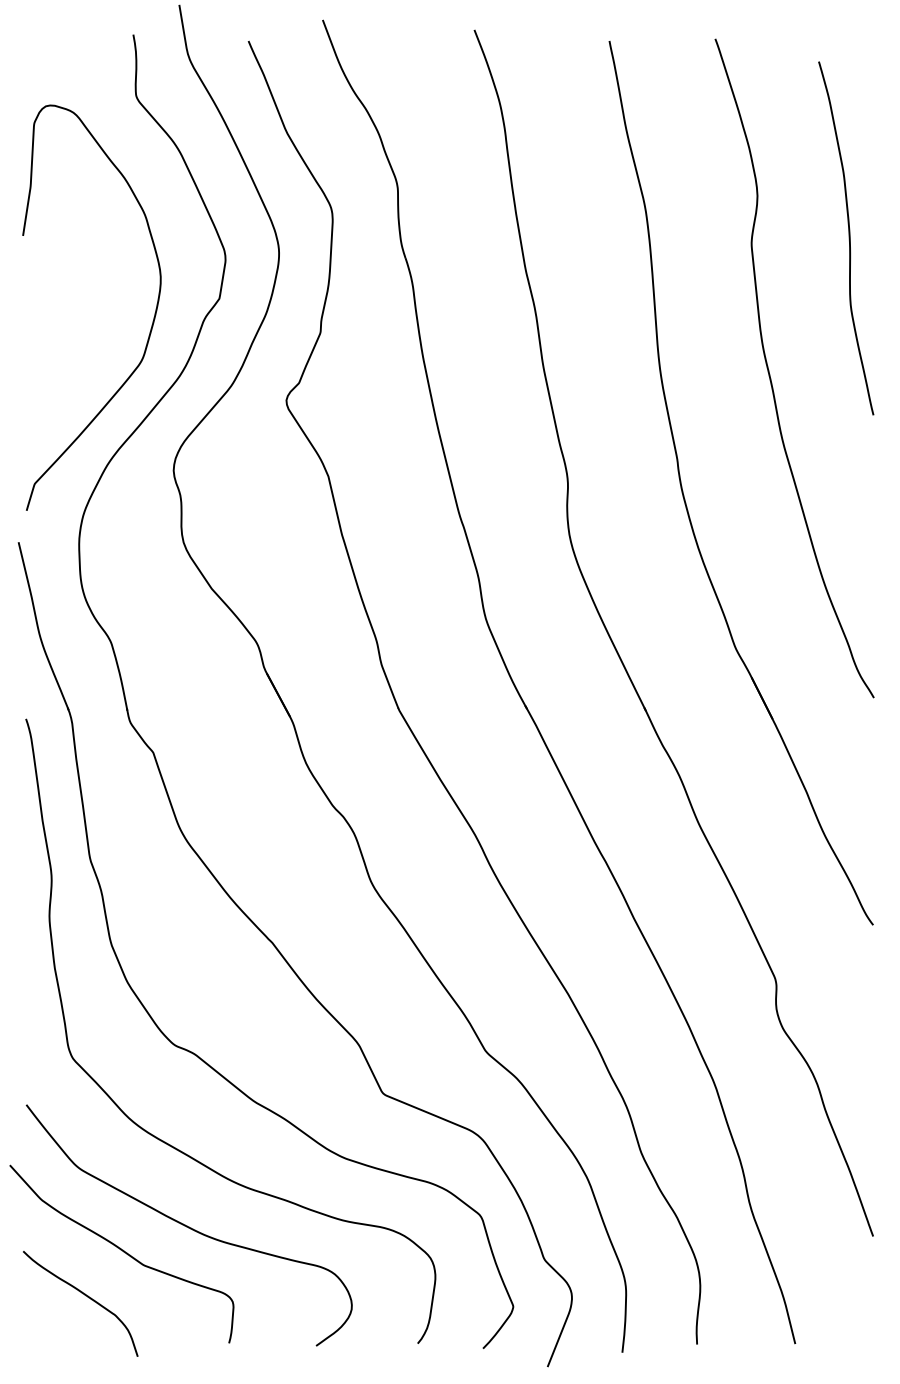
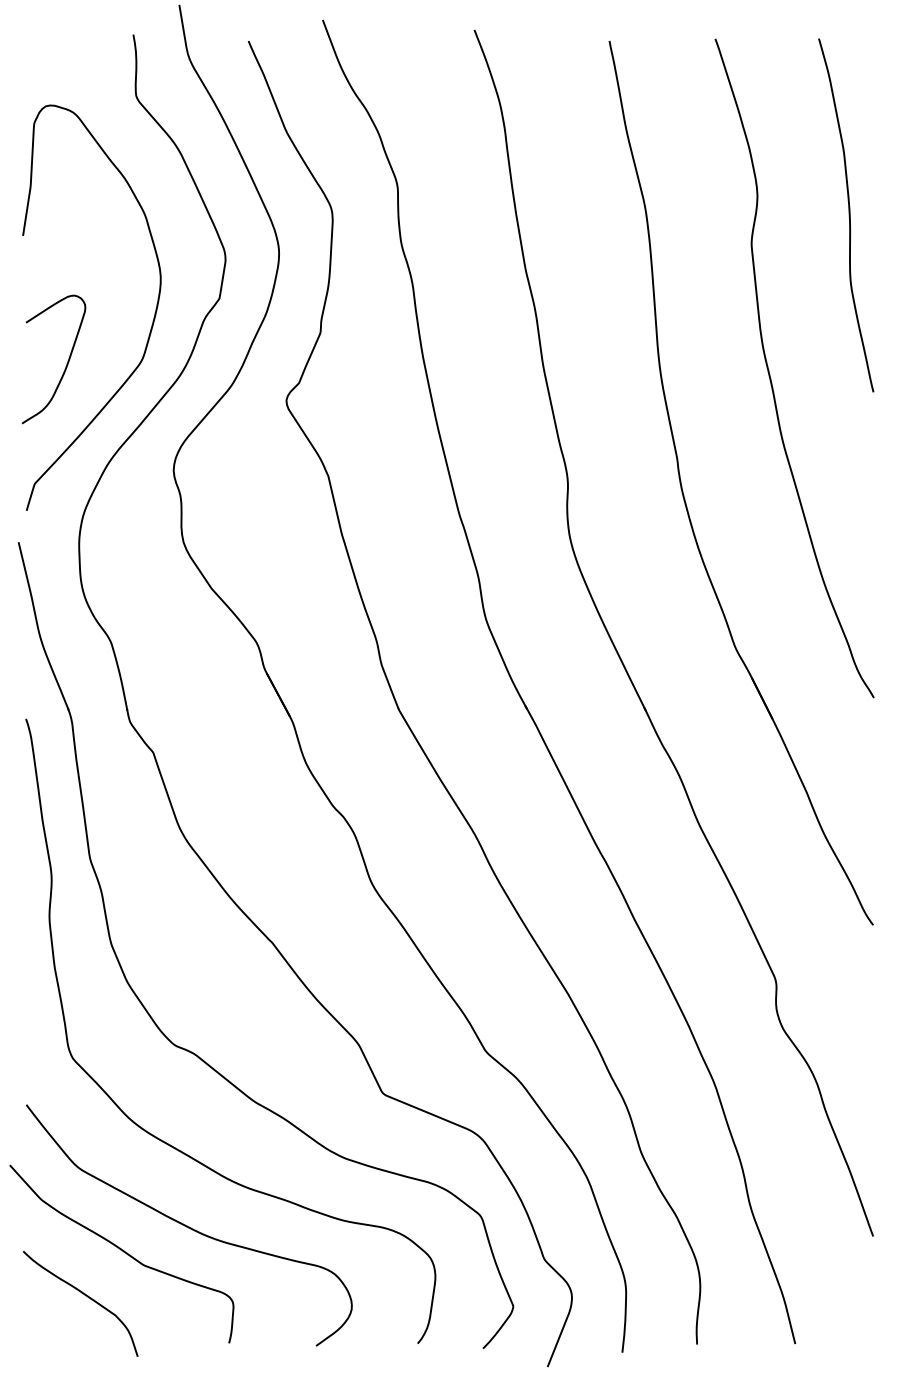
curve at (848, 238) position: (848, 238) -> (848, 215)
curve at (66, 363): none -> present
